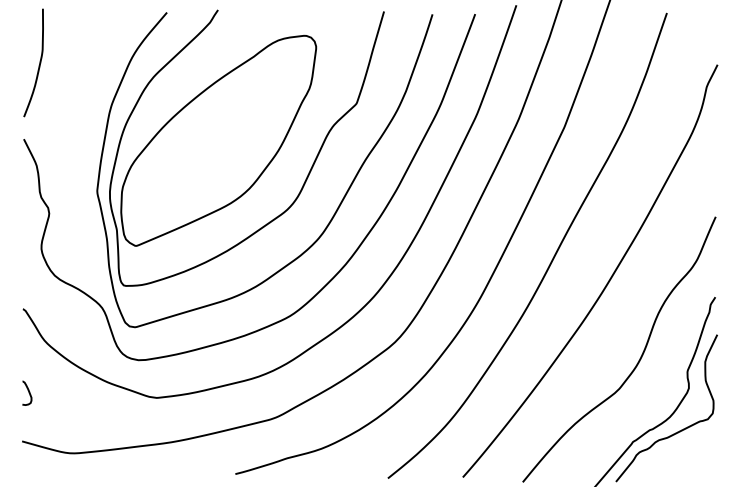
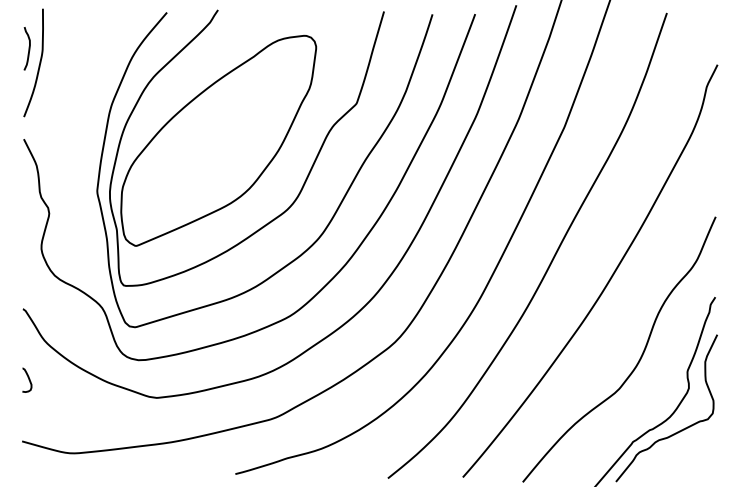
curve at (28, 48): none -> present
curve at (28, 392) position: (28, 392) -> (28, 379)
